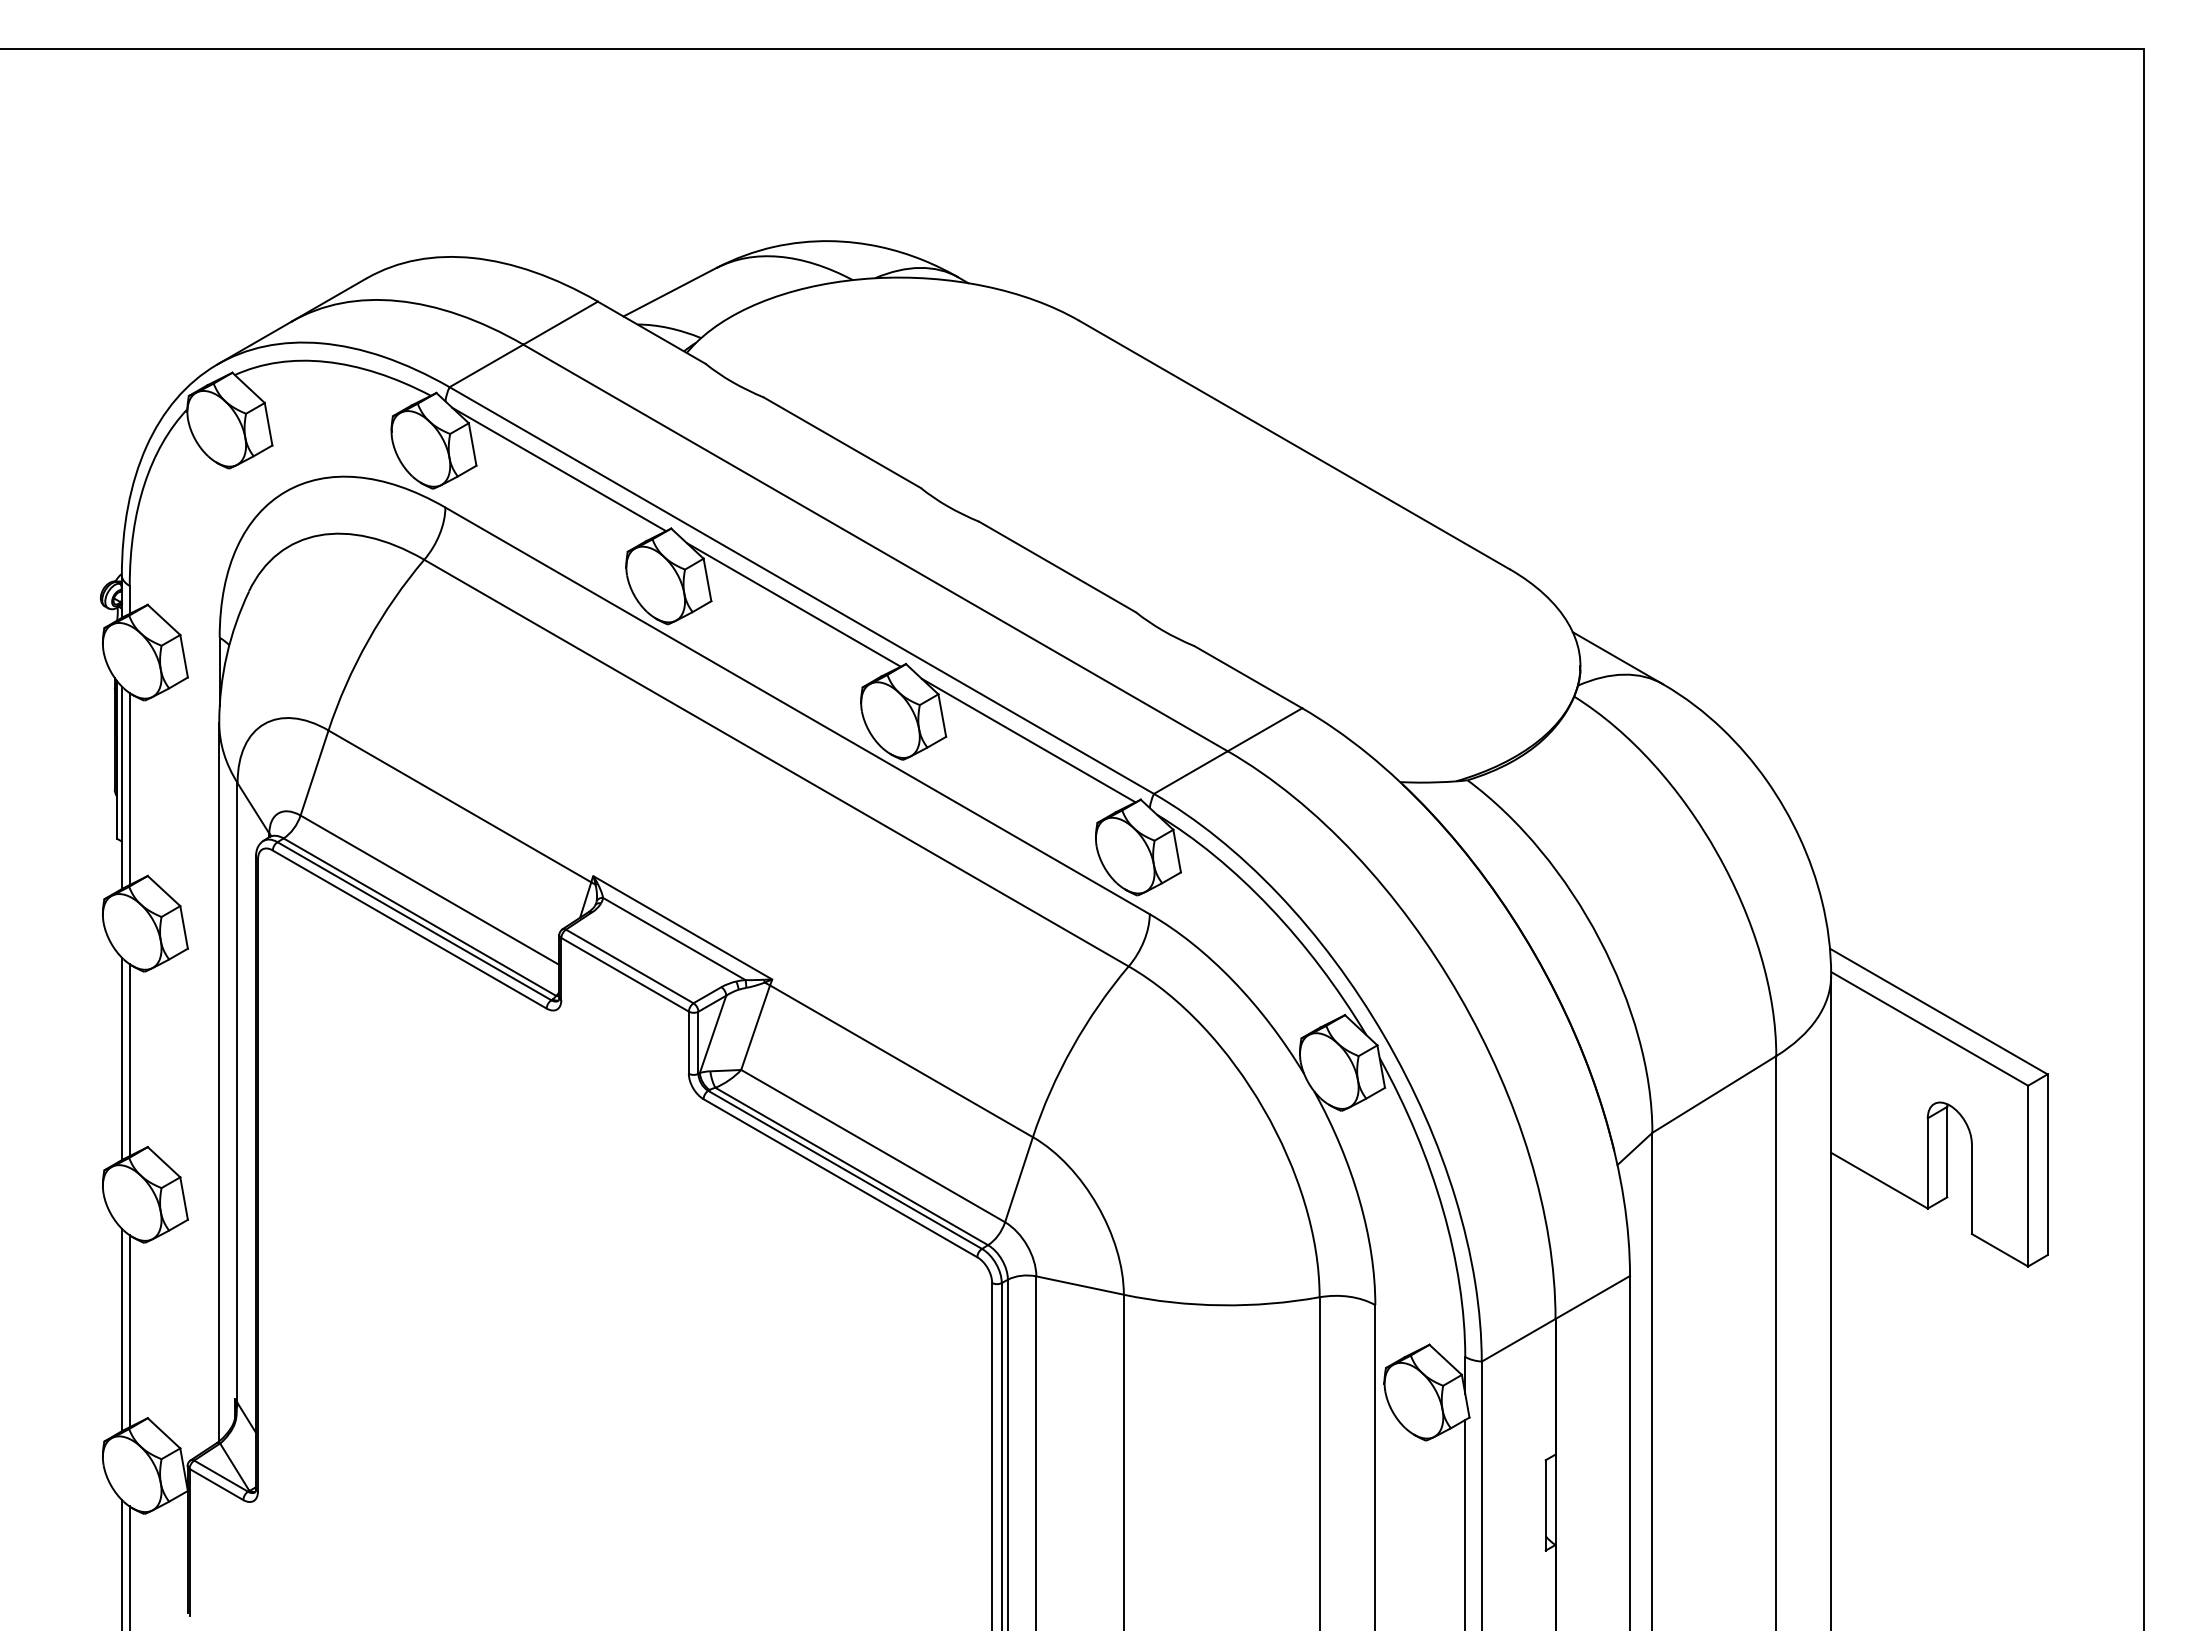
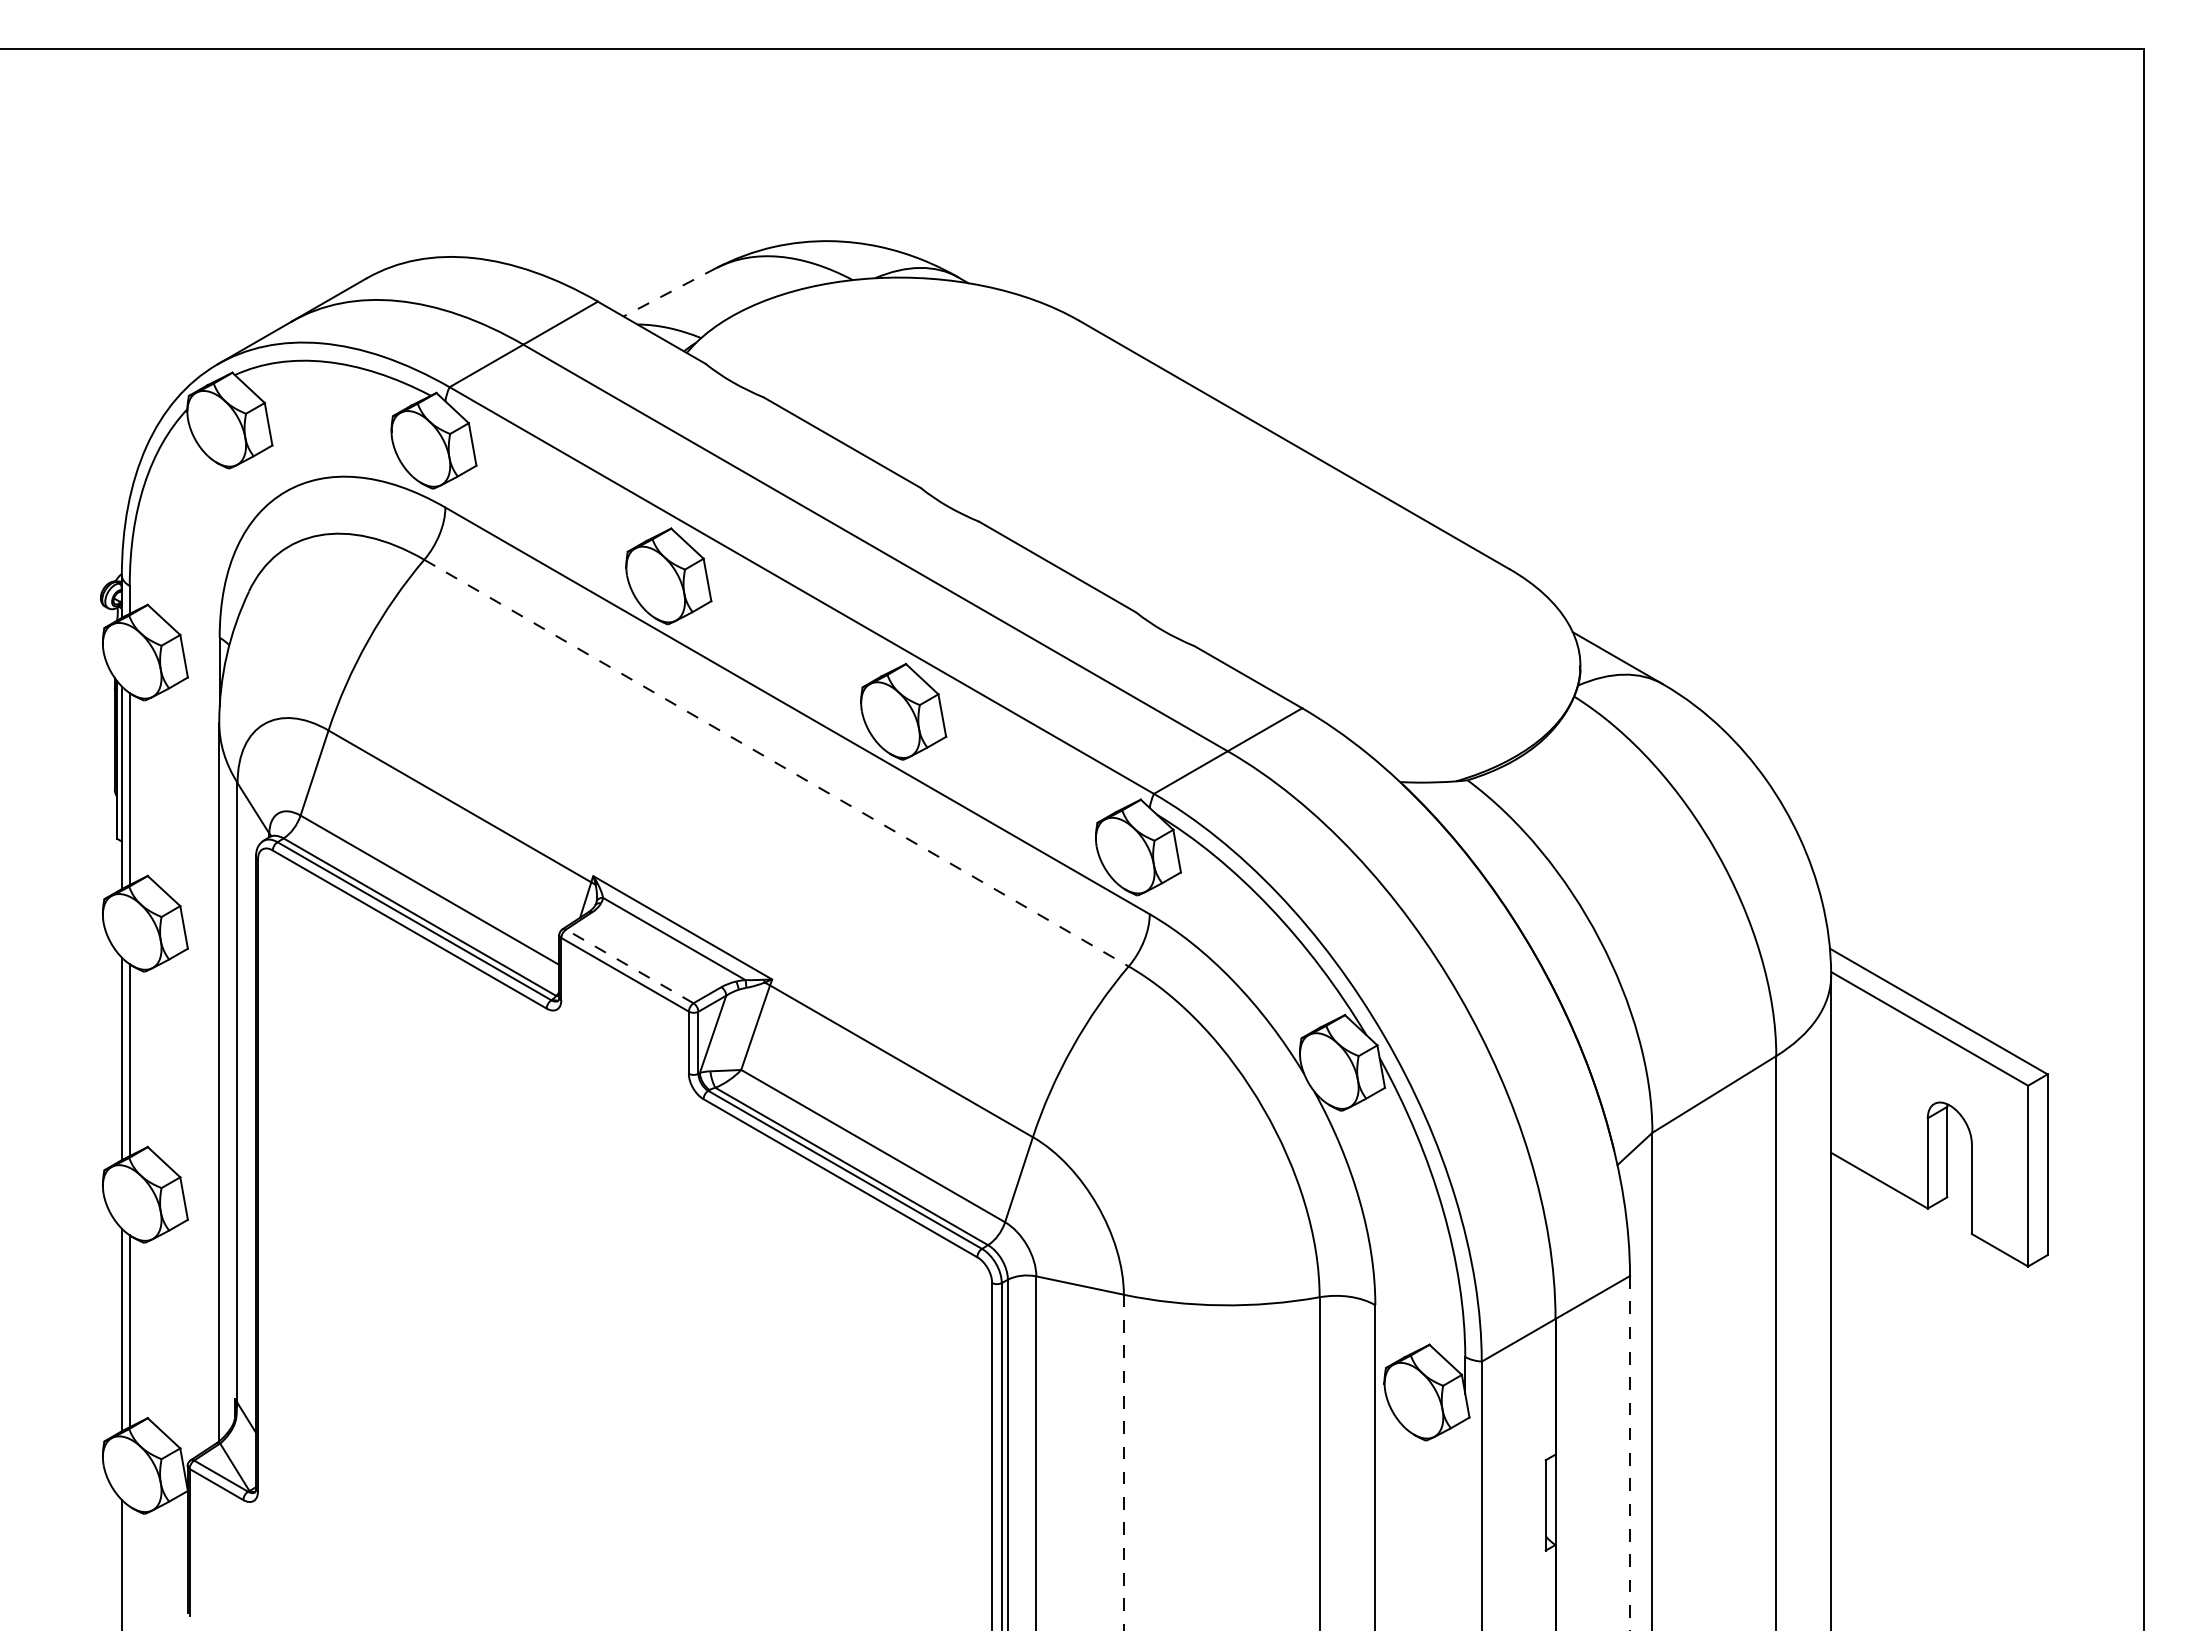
line at (669, 292): solid -> dashed
line at (559, 469): present -> none
line at (793, 604): present -> none
line at (1028, 740): present -> none
line at (776, 763): solid -> dashed
line at (629, 966): solid -> dashed
line at (1630, 1453): solid -> dashed
line at (1123, 1462): solid -> dashed
line at (1465, 1523): present -> none
line at (129, 1566): present -> none
